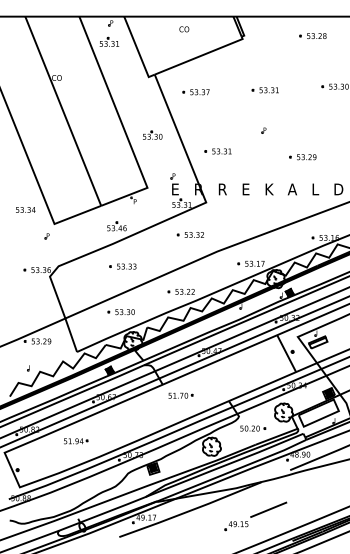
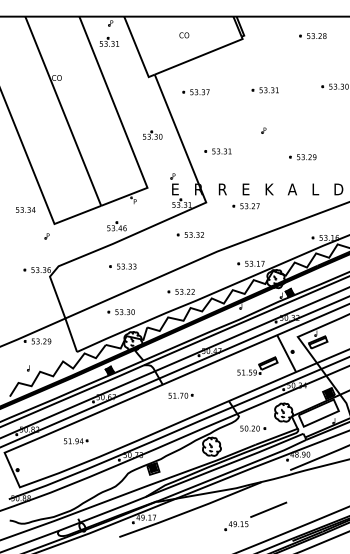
text at (184, 29) position: (184, 29) -> (184, 35)
part at (245, 206): none -> present
part at (257, 365): none -> present
